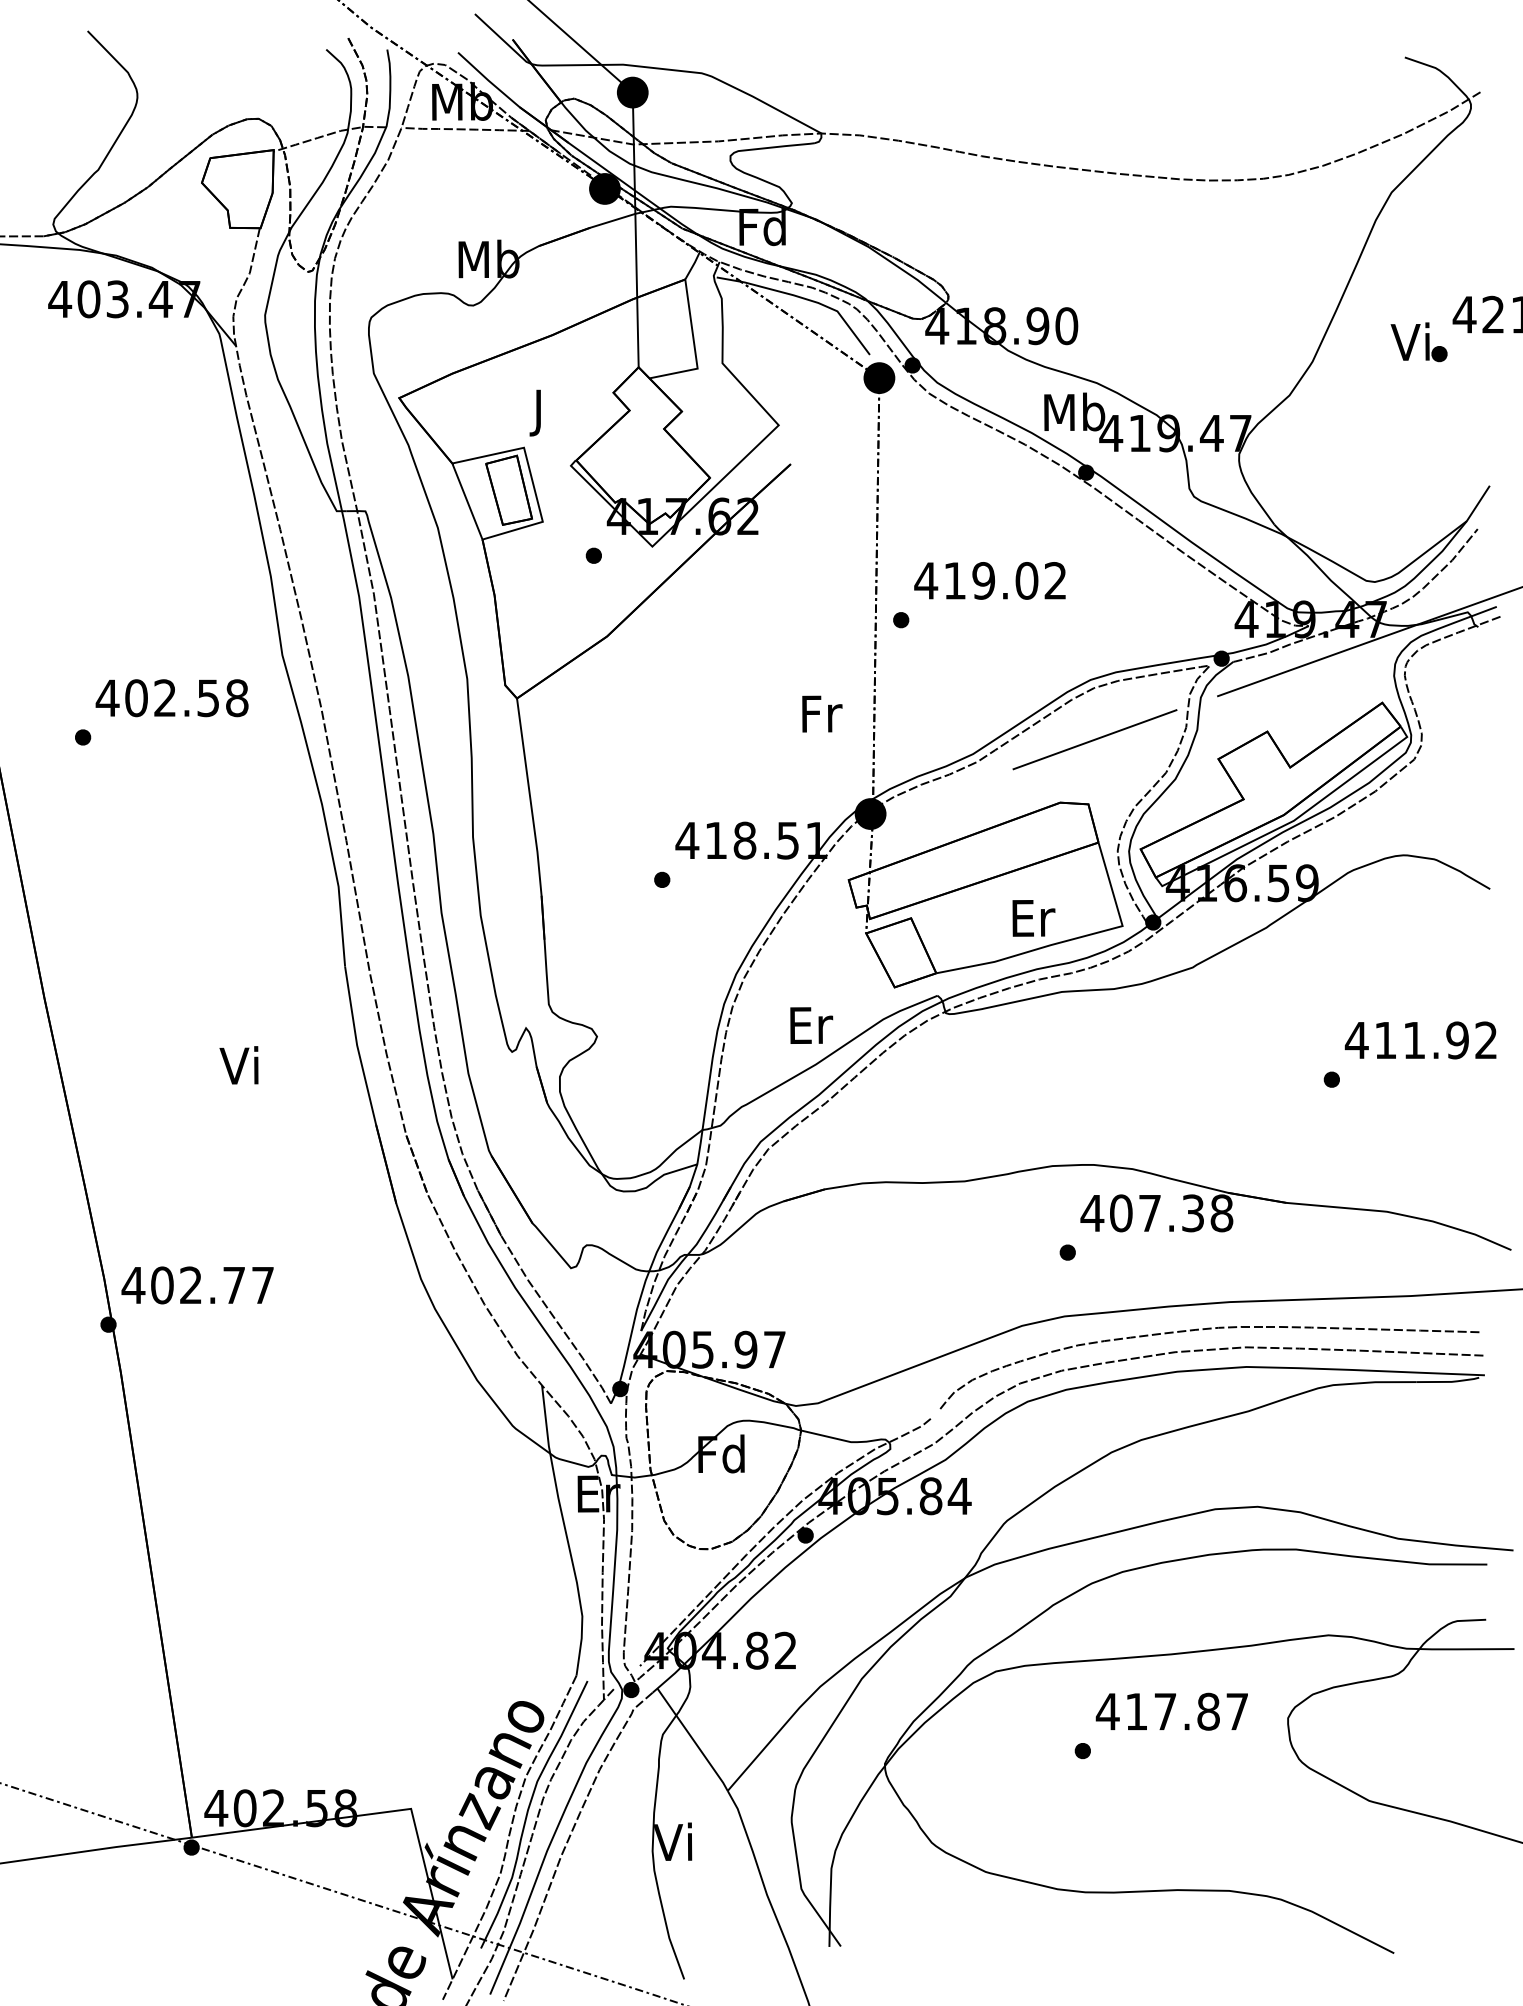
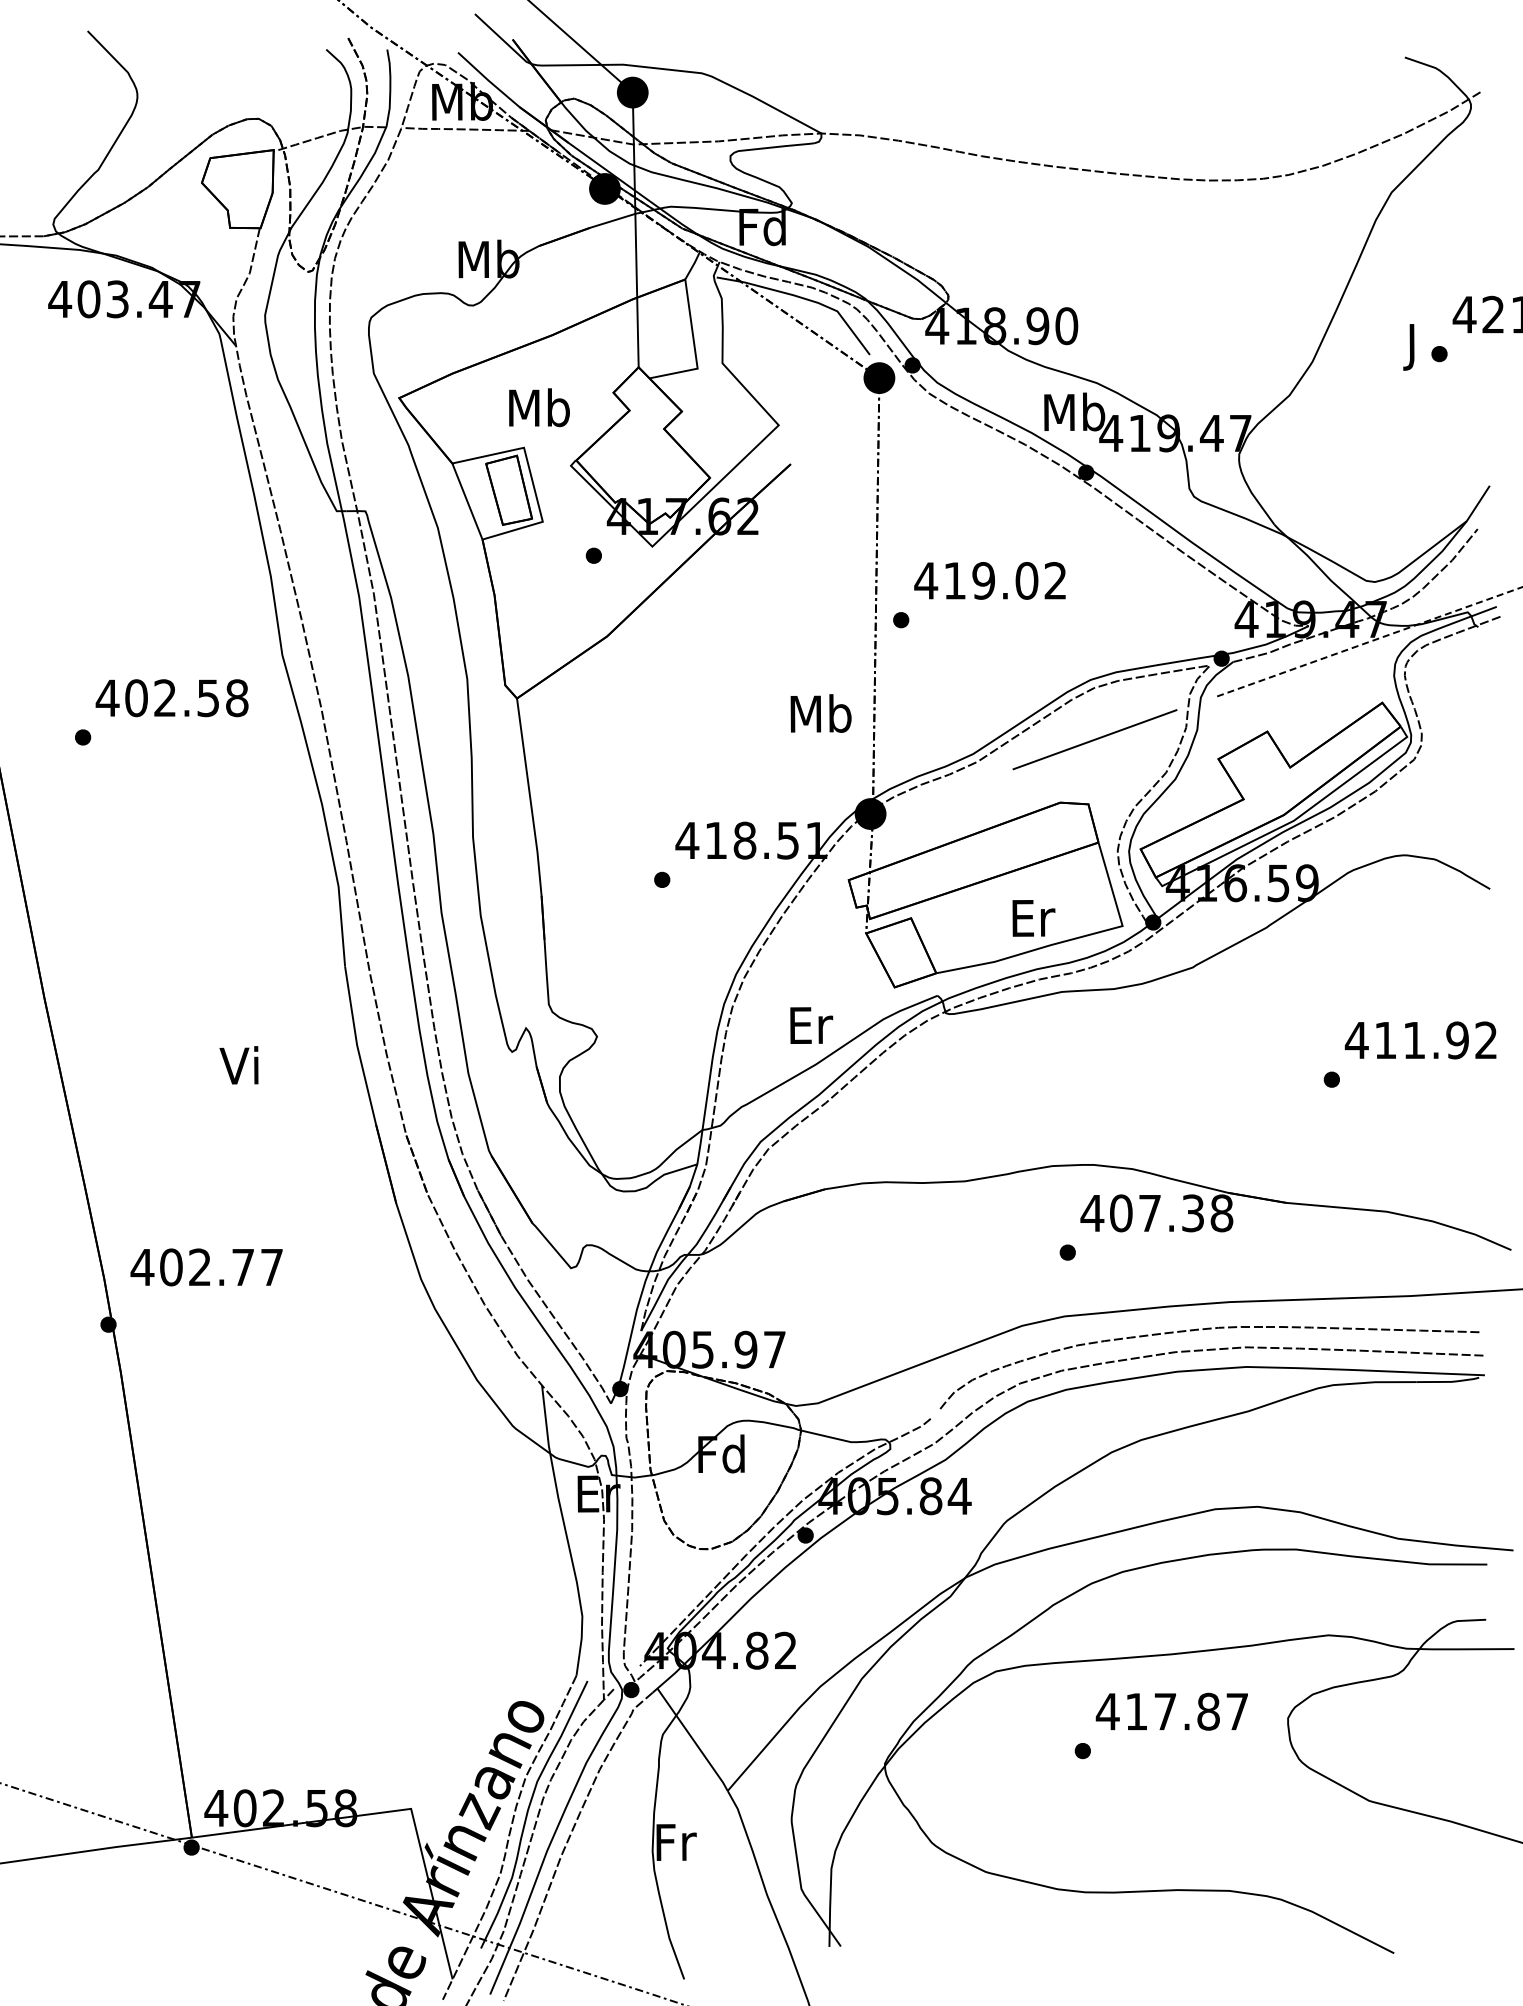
text at (1409, 346): Vi -> J
text at (539, 412): J -> Mb
line at (1369, 641): solid -> dashed
text at (820, 713): Fr -> Mb
text at (197, 1285) position: (197, 1285) -> (206, 1267)
text at (675, 1841): Vi -> Fr
